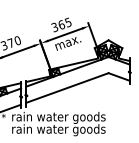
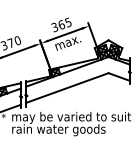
text at (73, 117): rain water goods -> may be varied to suit
